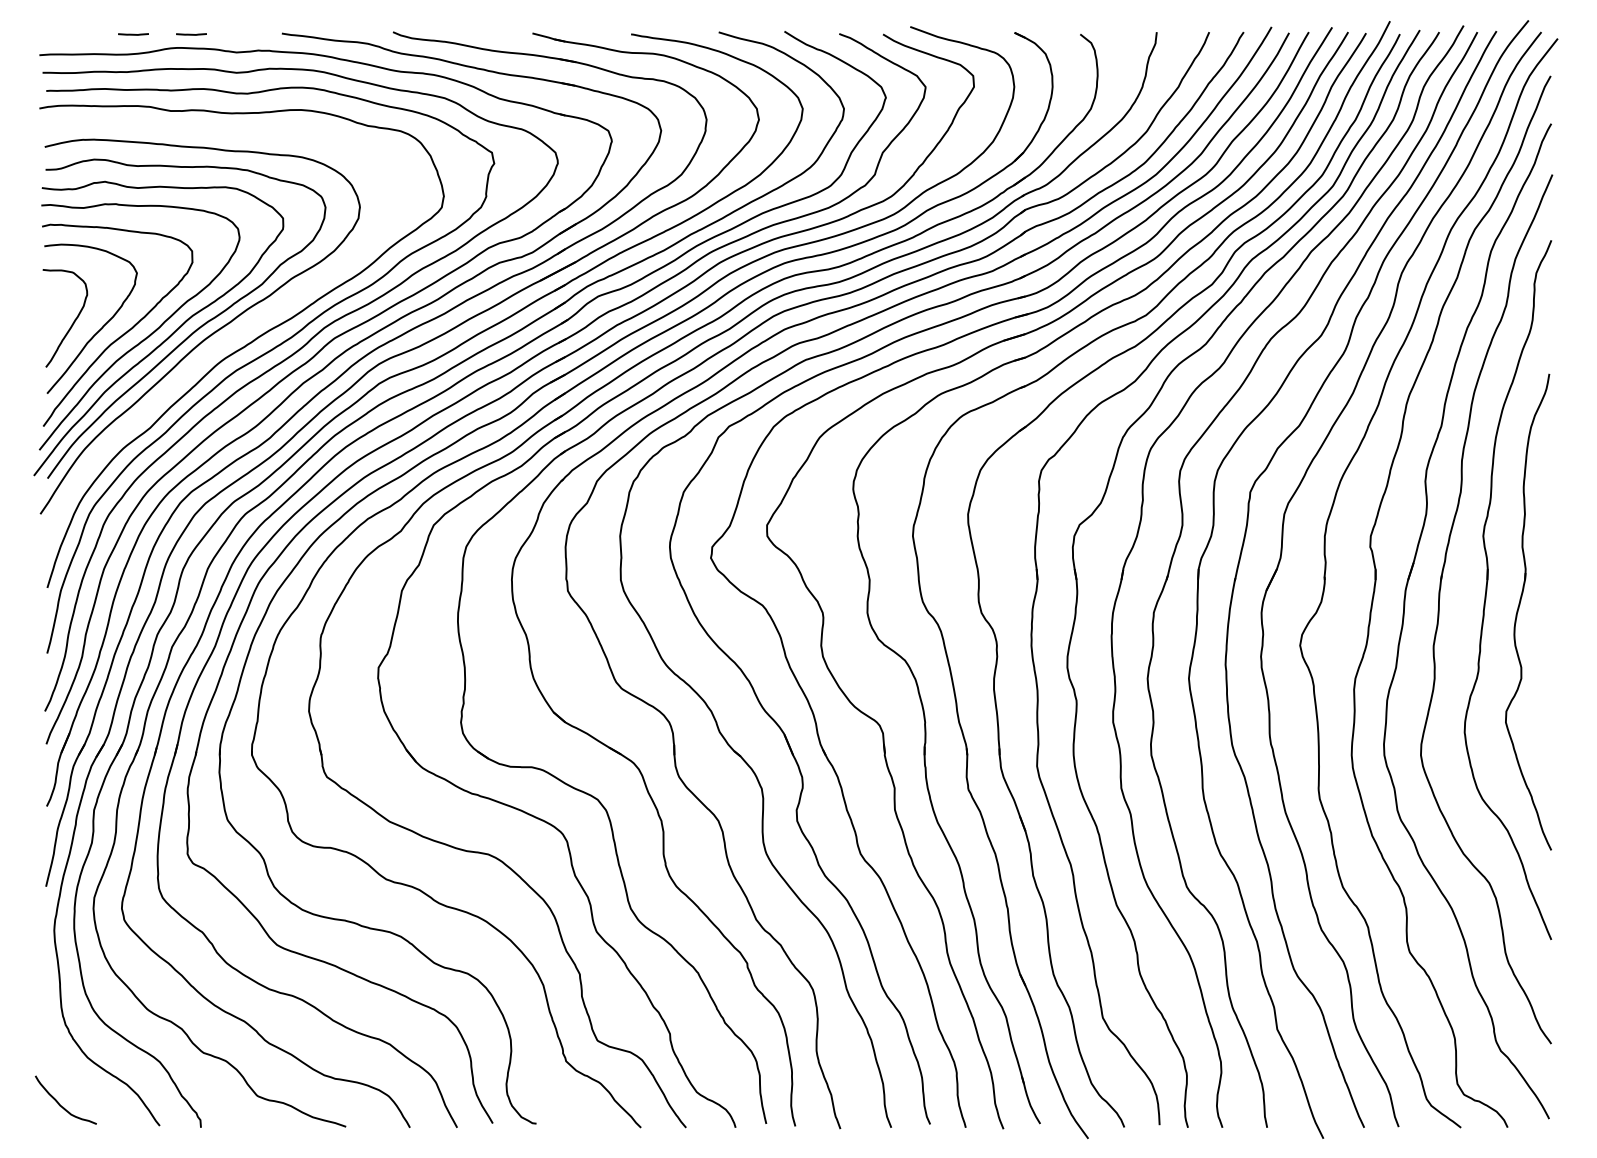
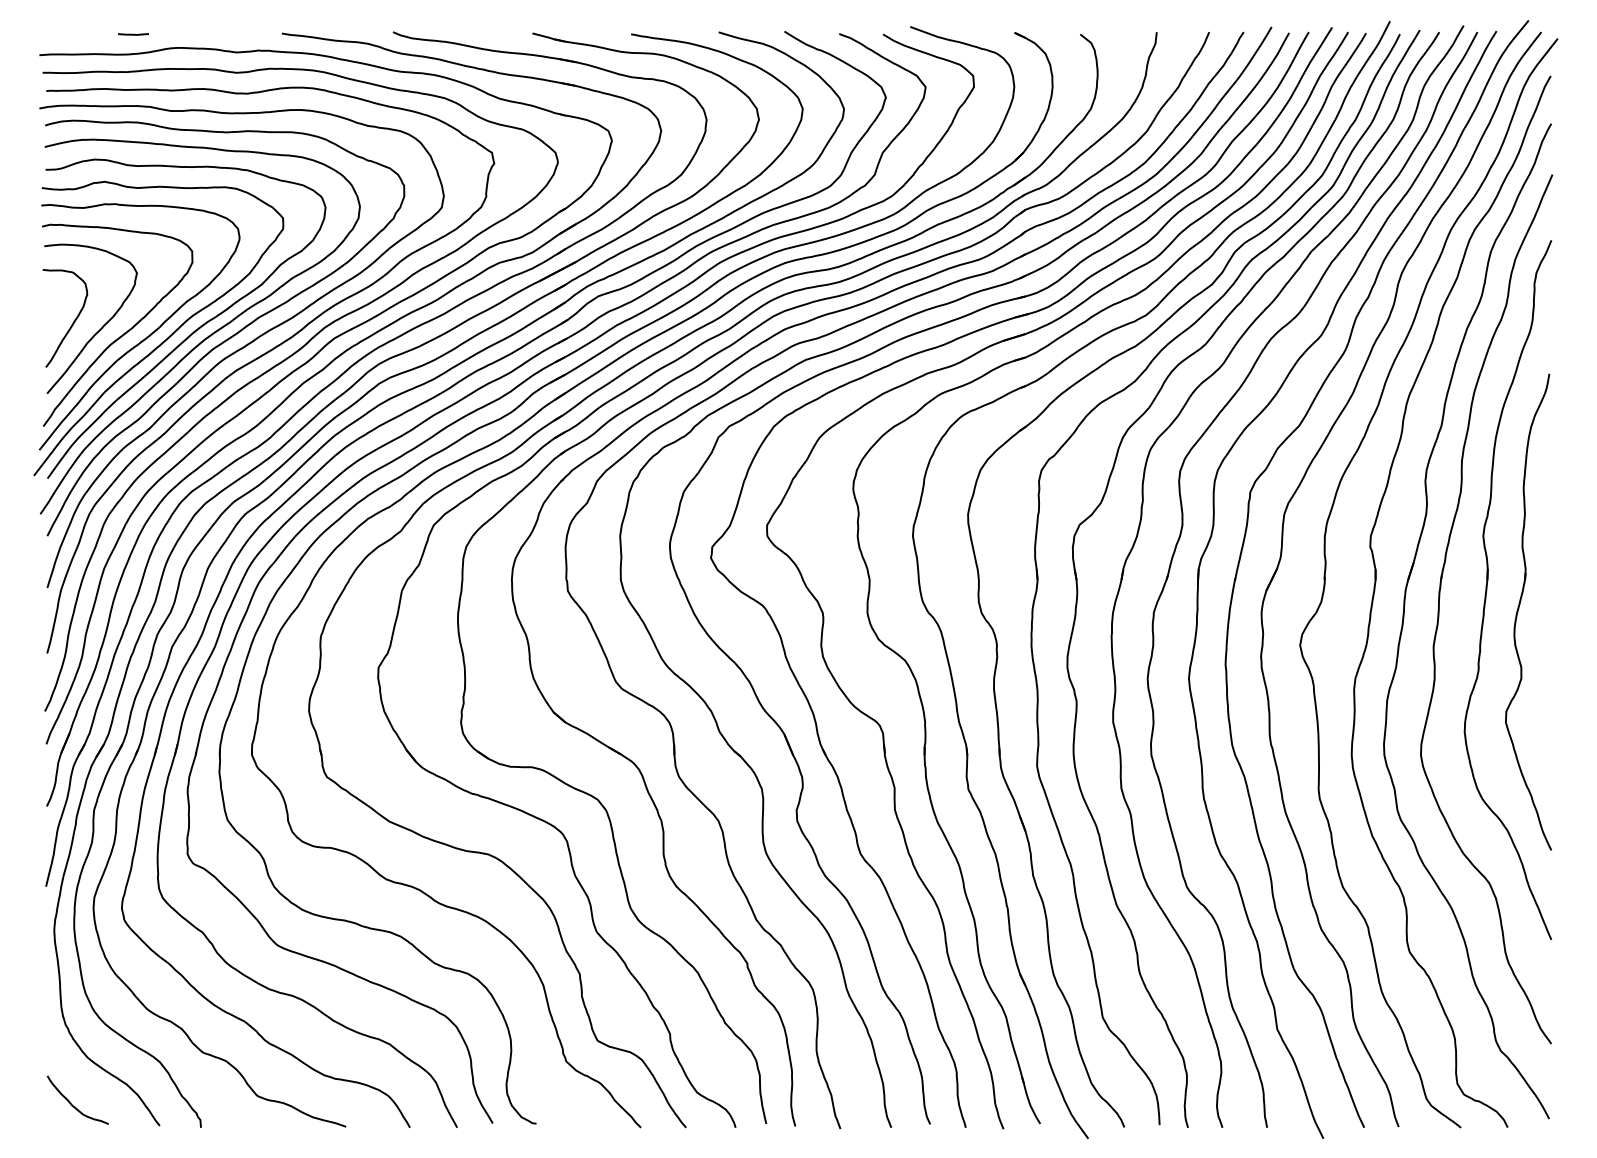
line at (191, 34): present -> none
curve at (230, 336): none -> present
curve at (60, 1104) position: (60, 1104) -> (72, 1104)
